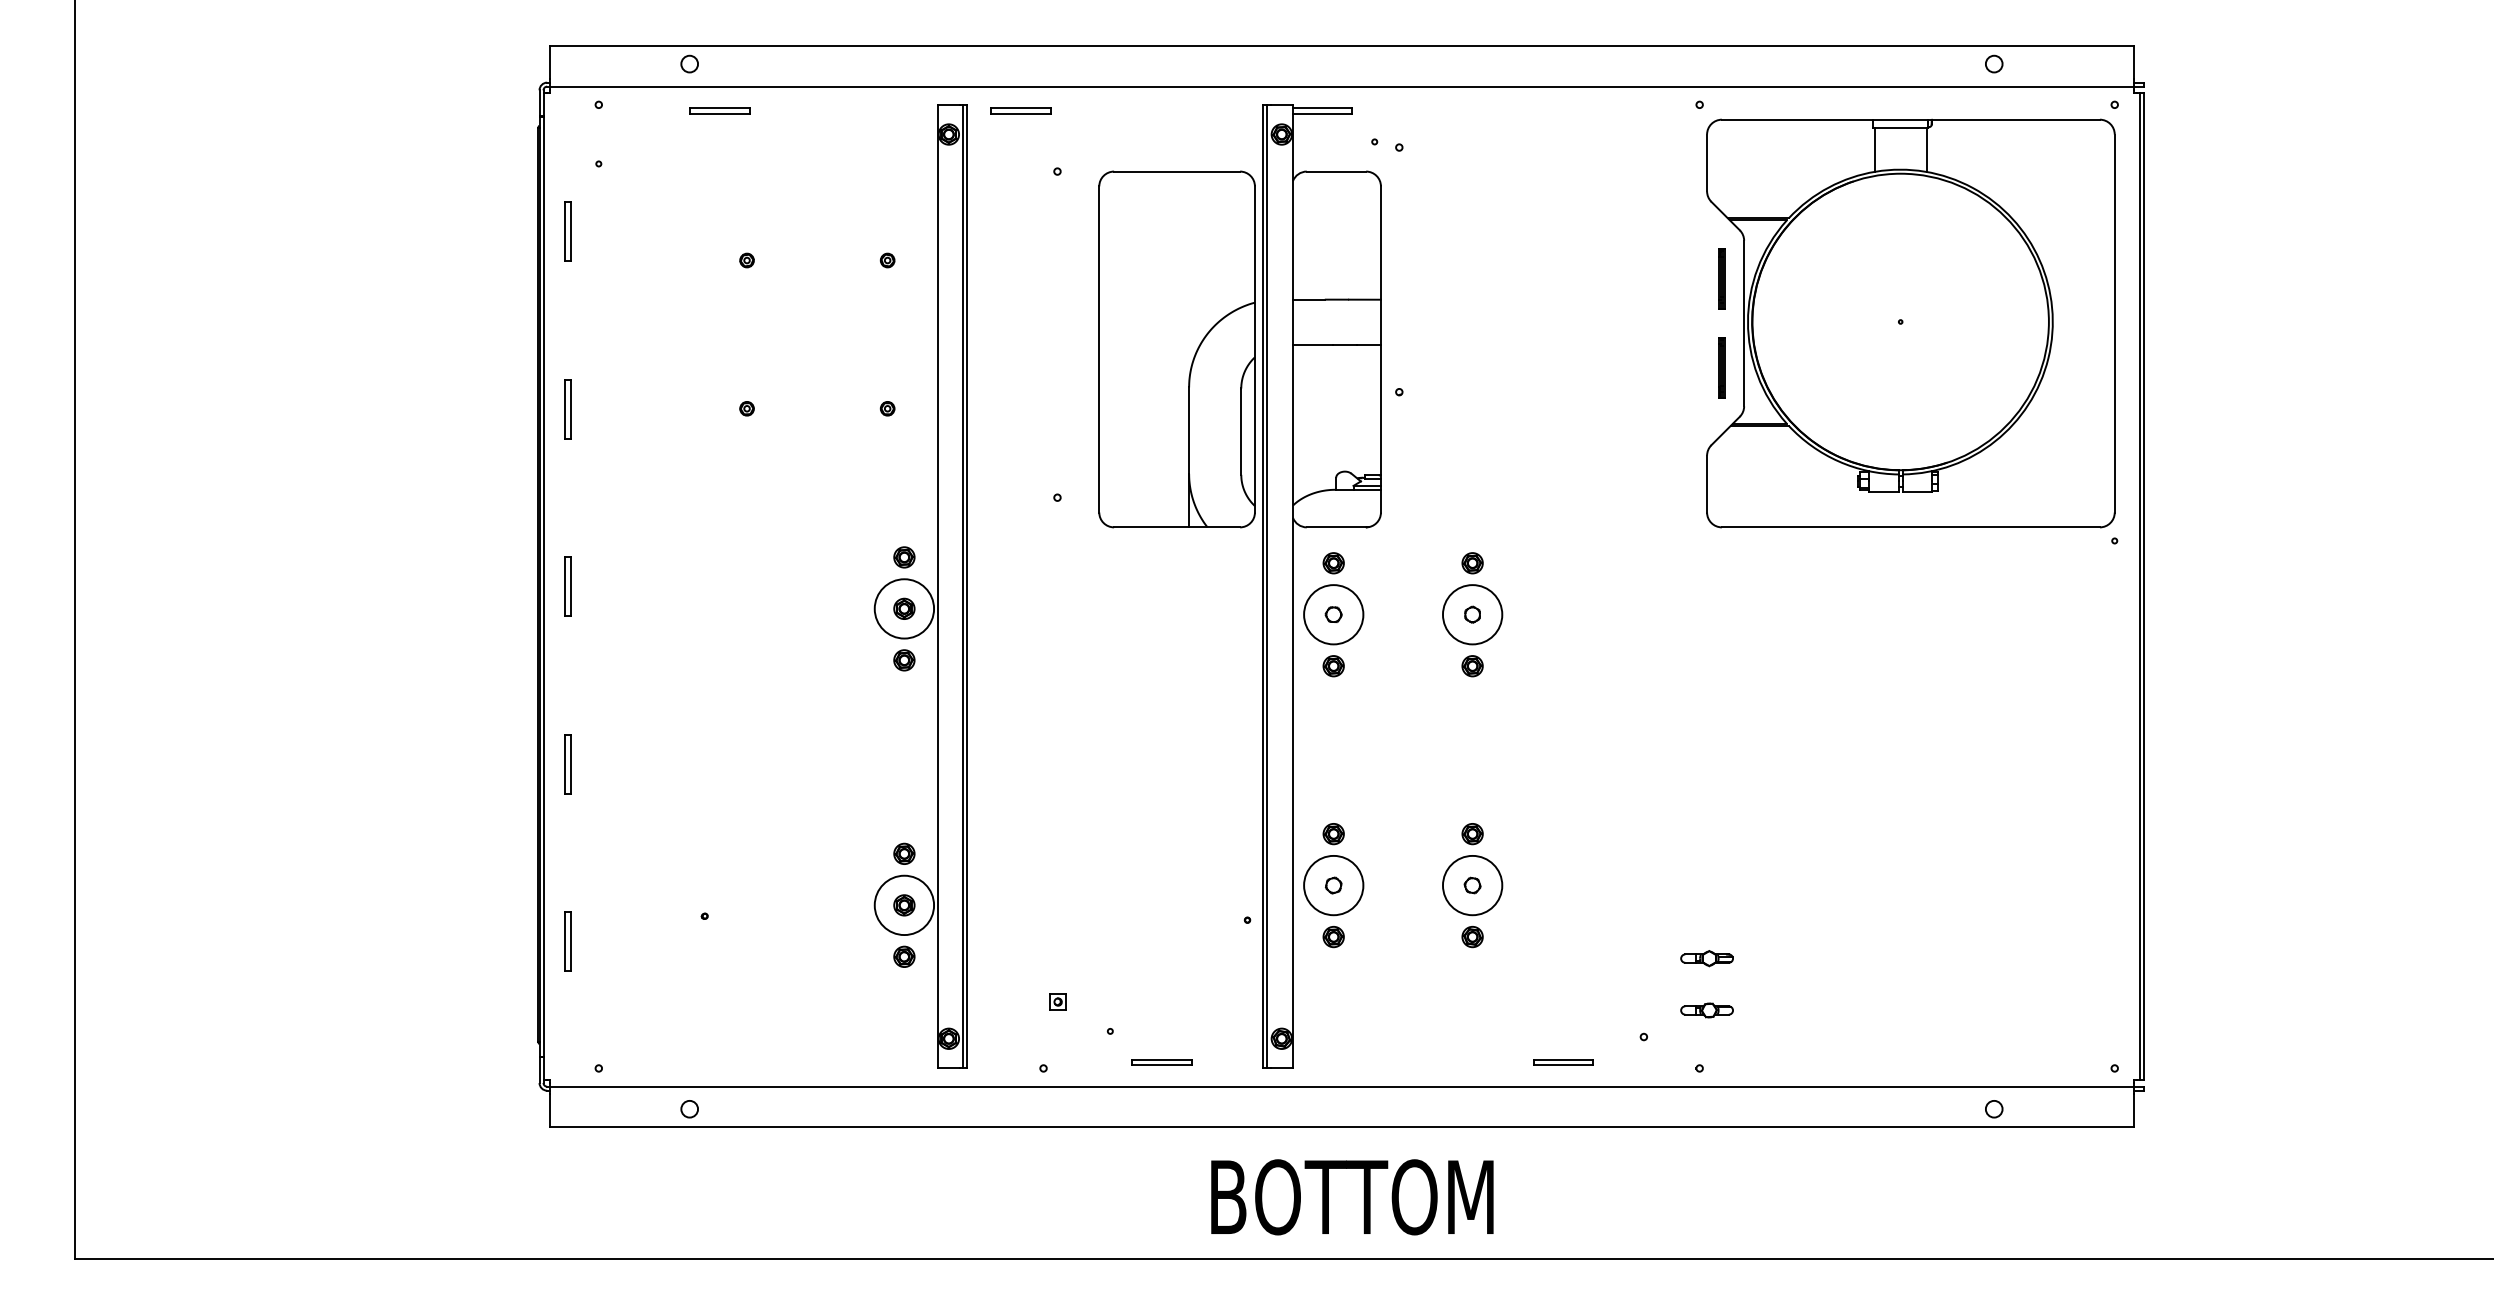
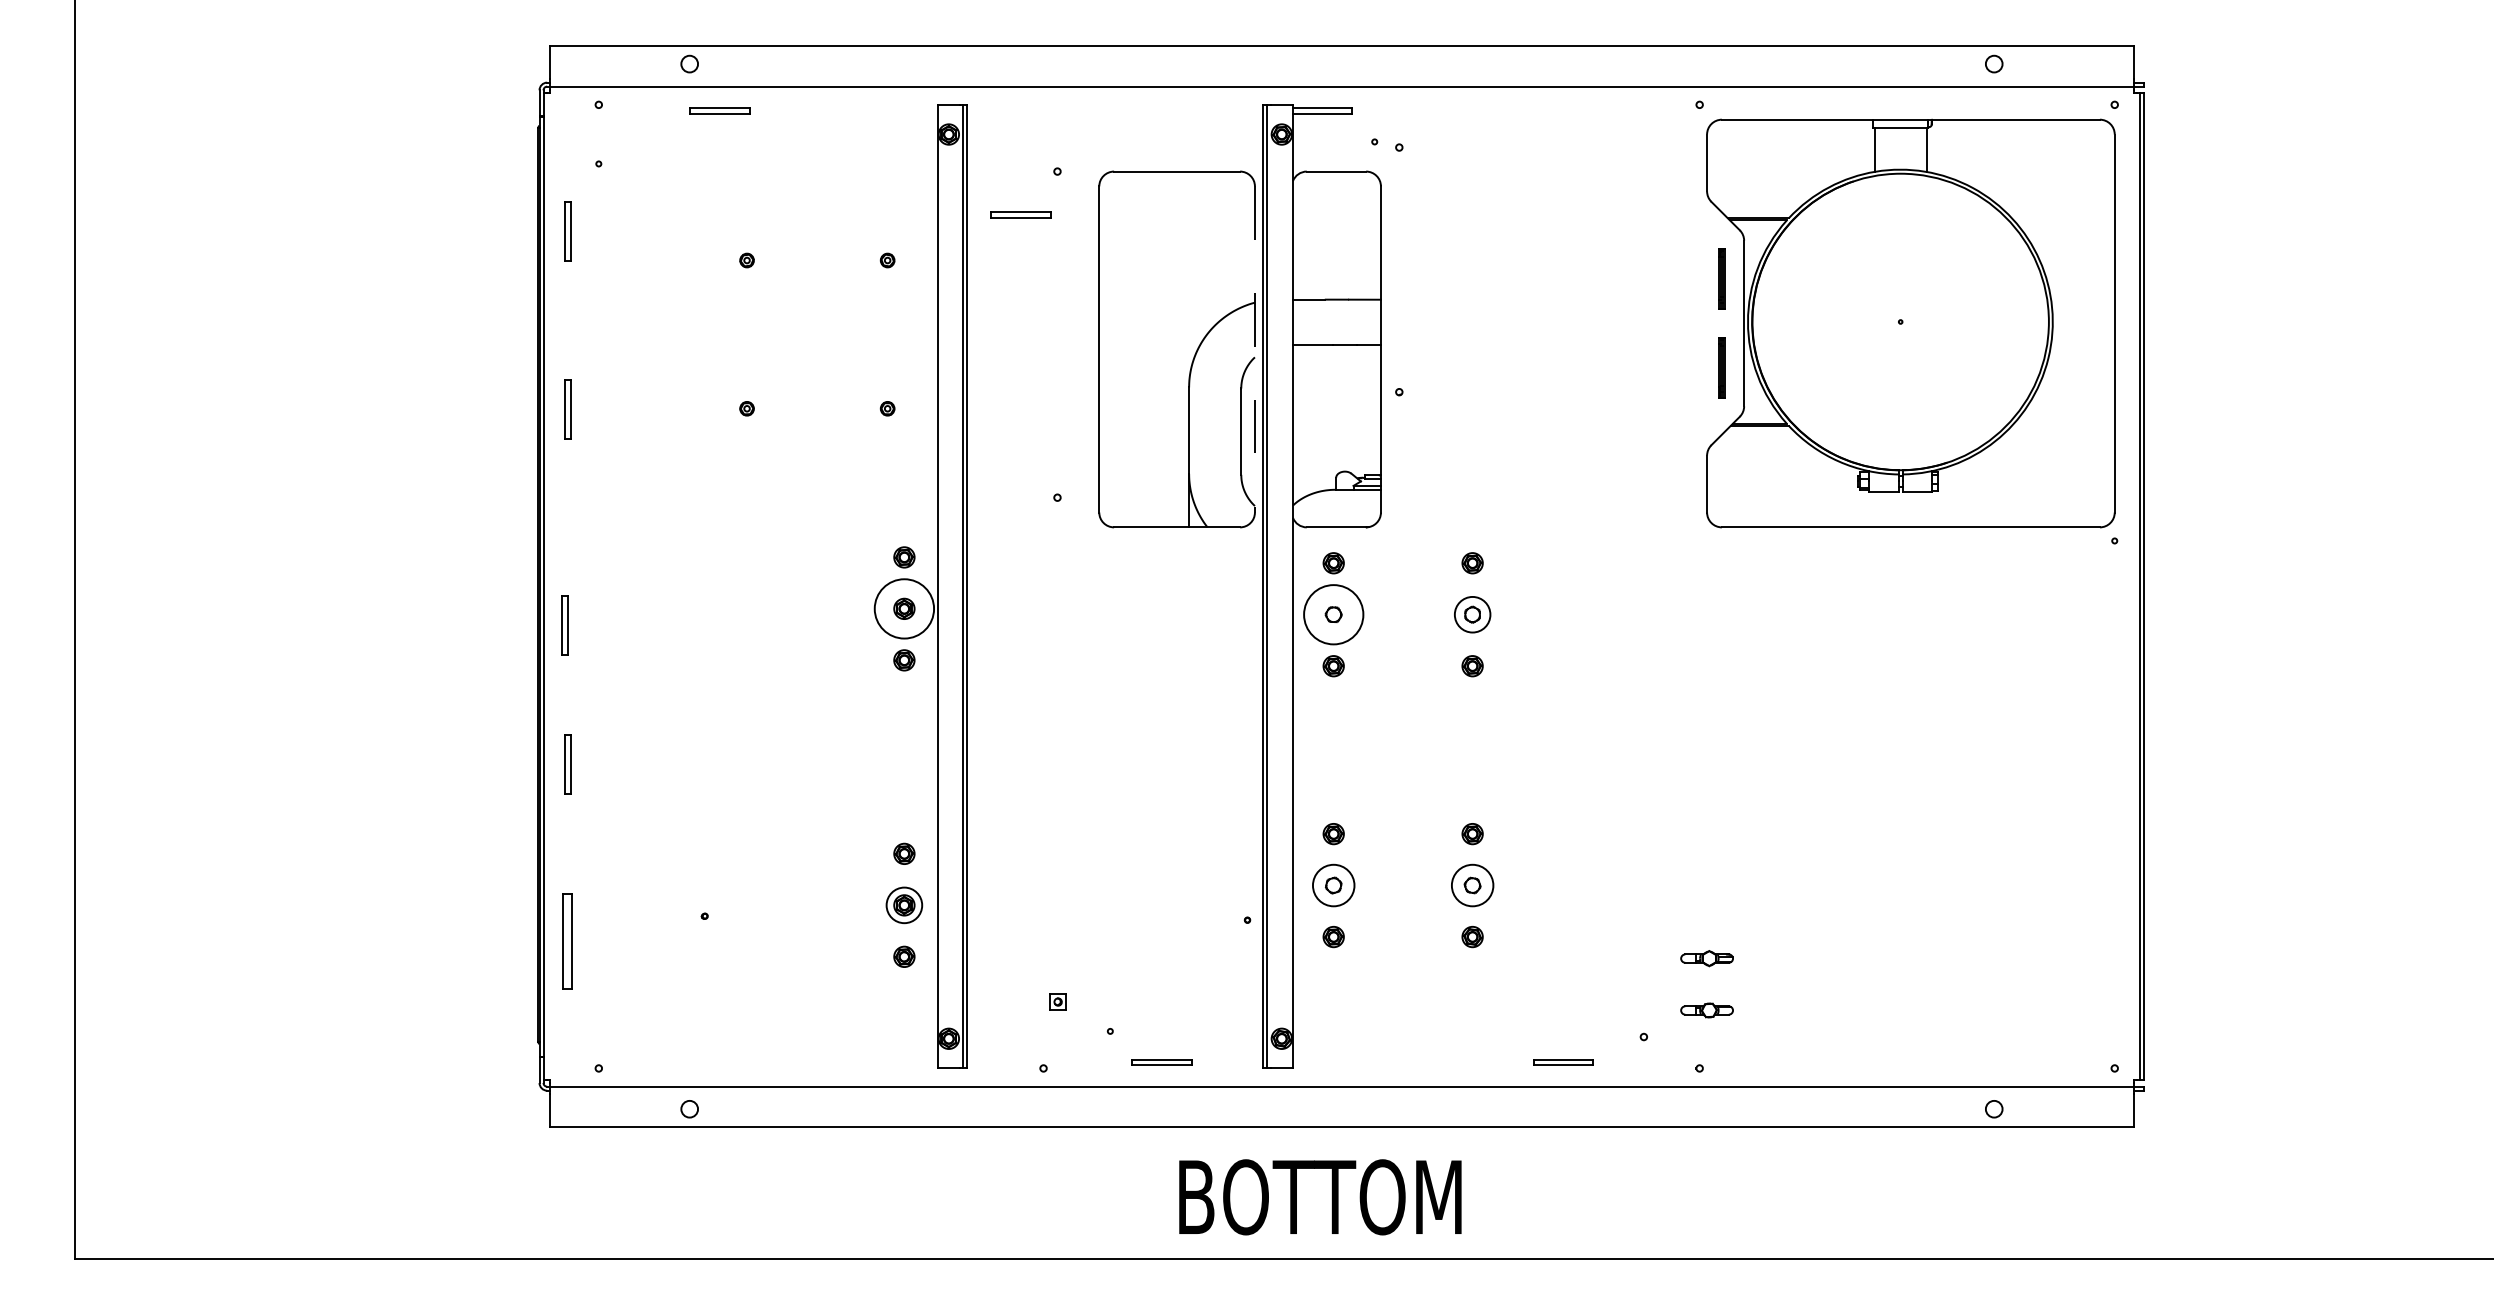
part at (1020, 110) position: (1020, 110) -> (1020, 214)
line at (1254, 349): solid -> dashed
part at (567, 586) position: (567, 586) -> (564, 625)
circle at (1472, 614) diameter: 59 px -> 36 px
circle at (1333, 885) diameter: 59 px -> 42 px
circle at (1472, 885) diameter: 59 px -> 42 px
circle at (904, 905) diameter: 59 px -> 36 px
part at (567, 941) size: 8x61 px -> 11x97 px
text at (1352, 1197) position: (1352, 1197) -> (1320, 1197)
